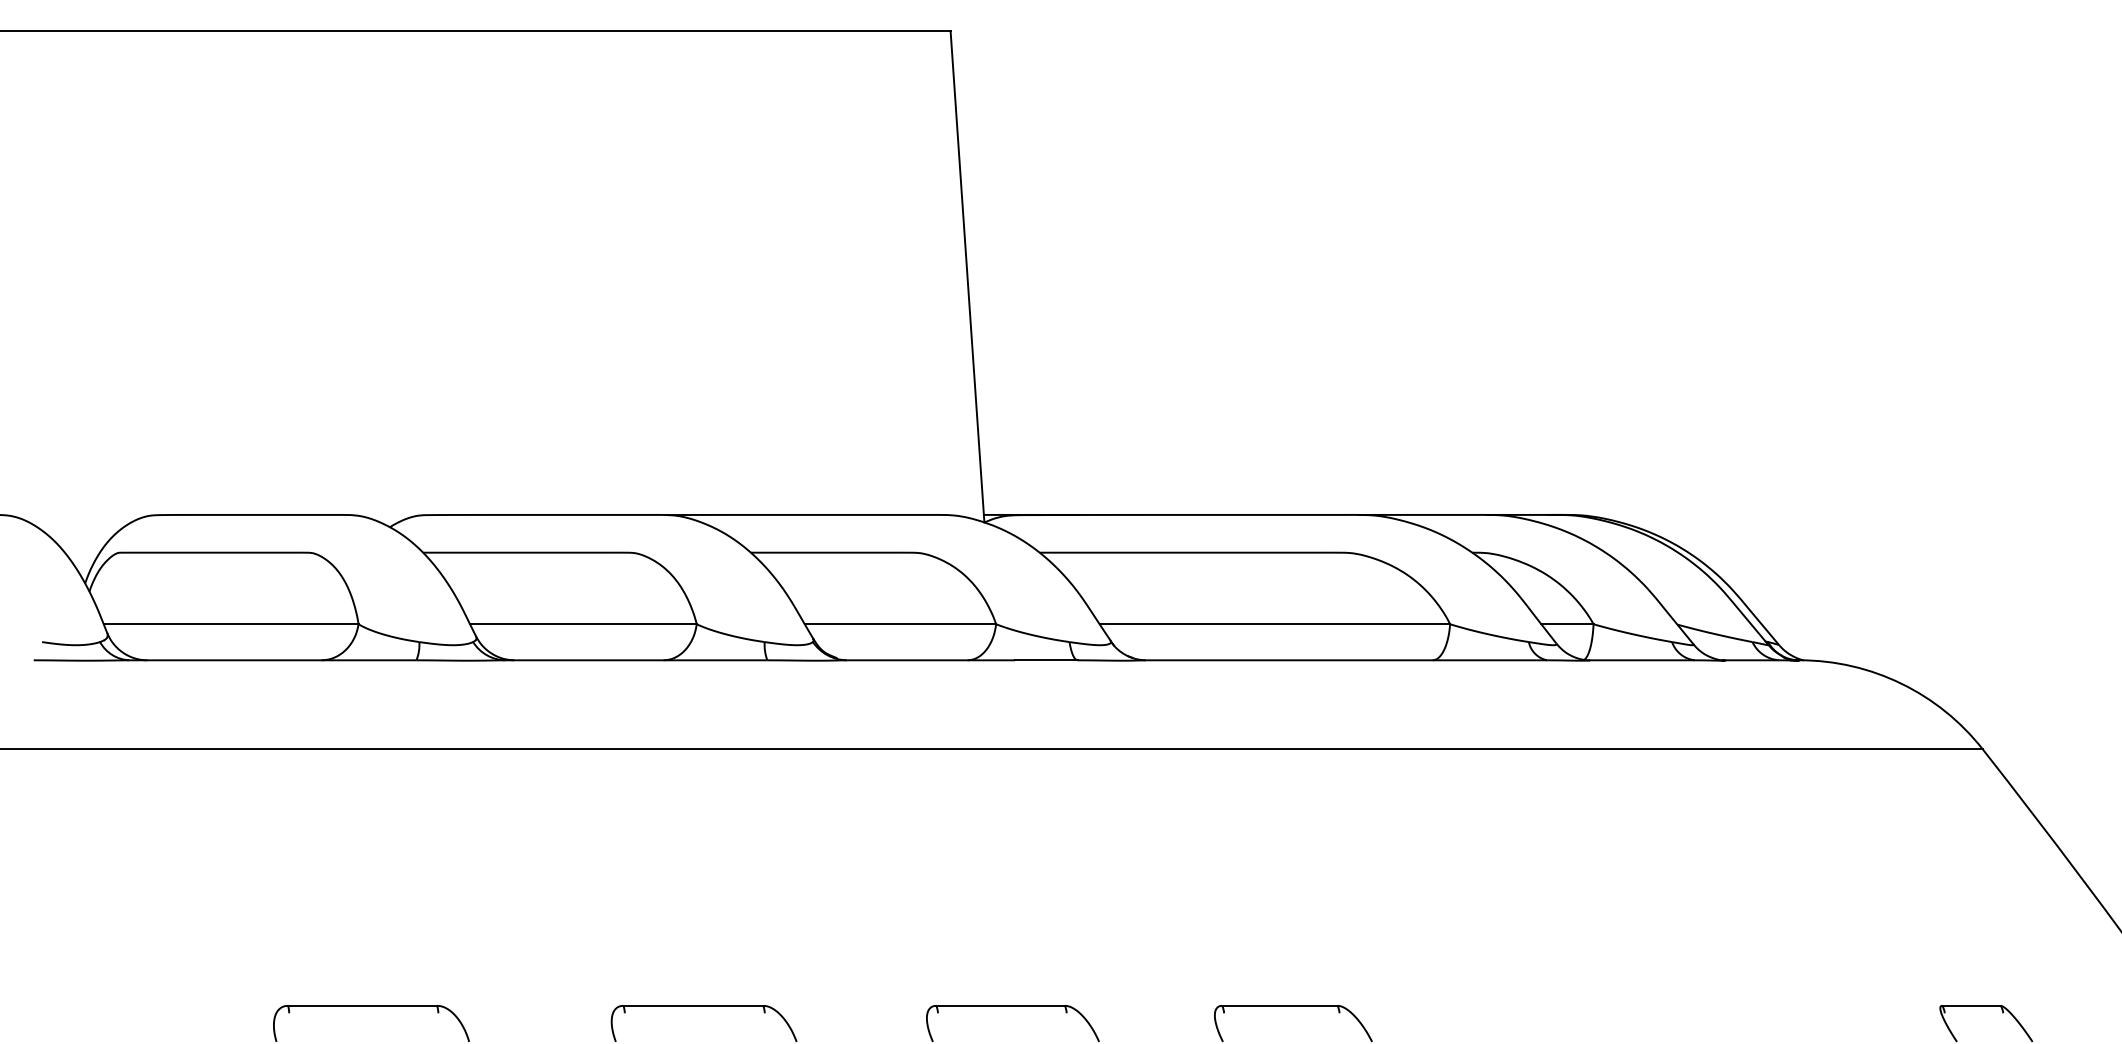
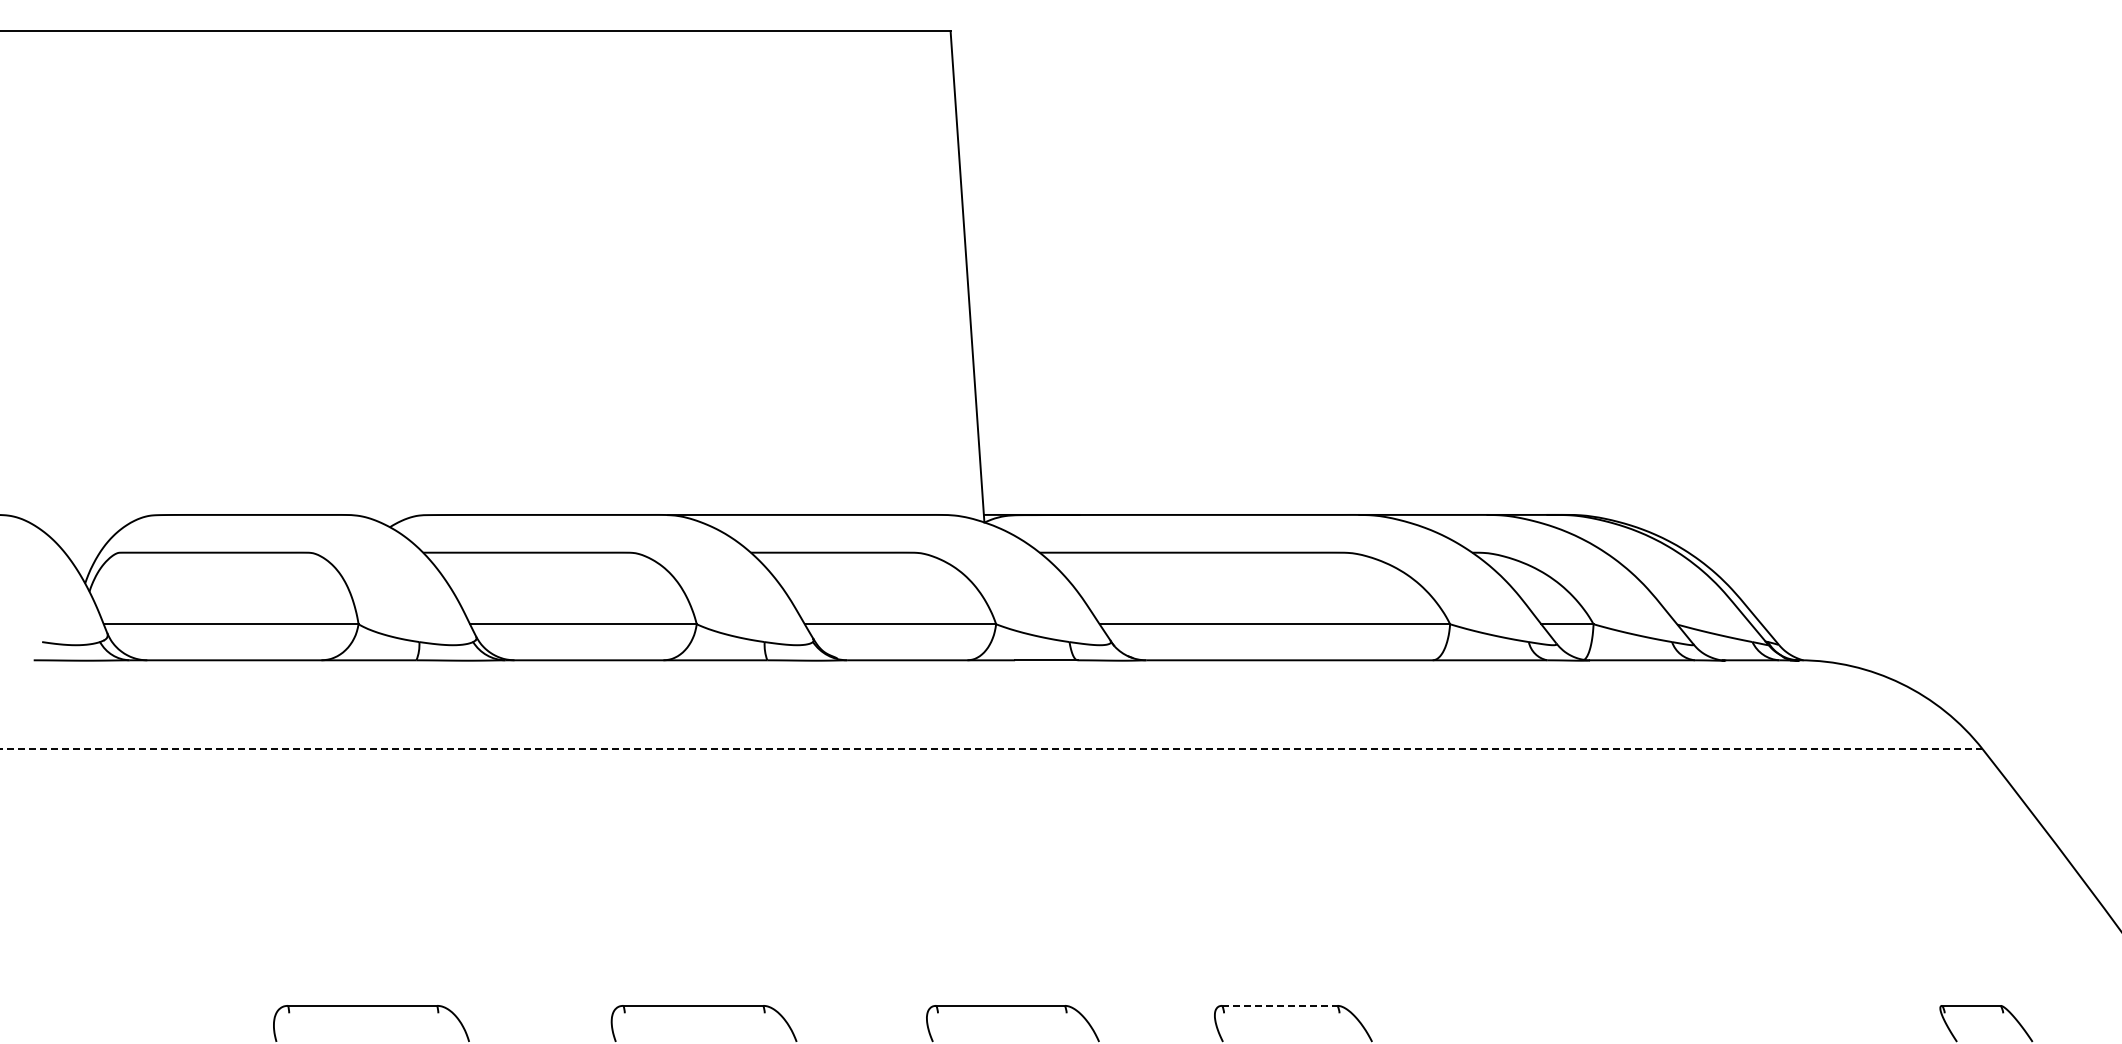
line at (990, 749): solid -> dashed
line at (1279, 1005): solid -> dashed
